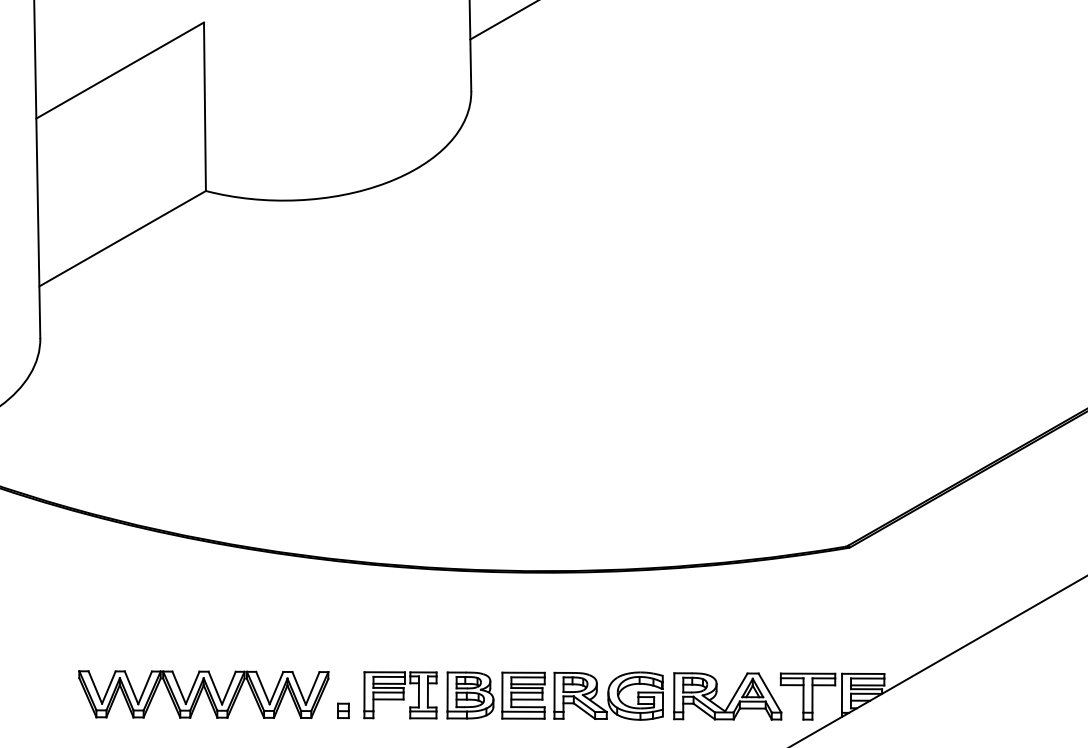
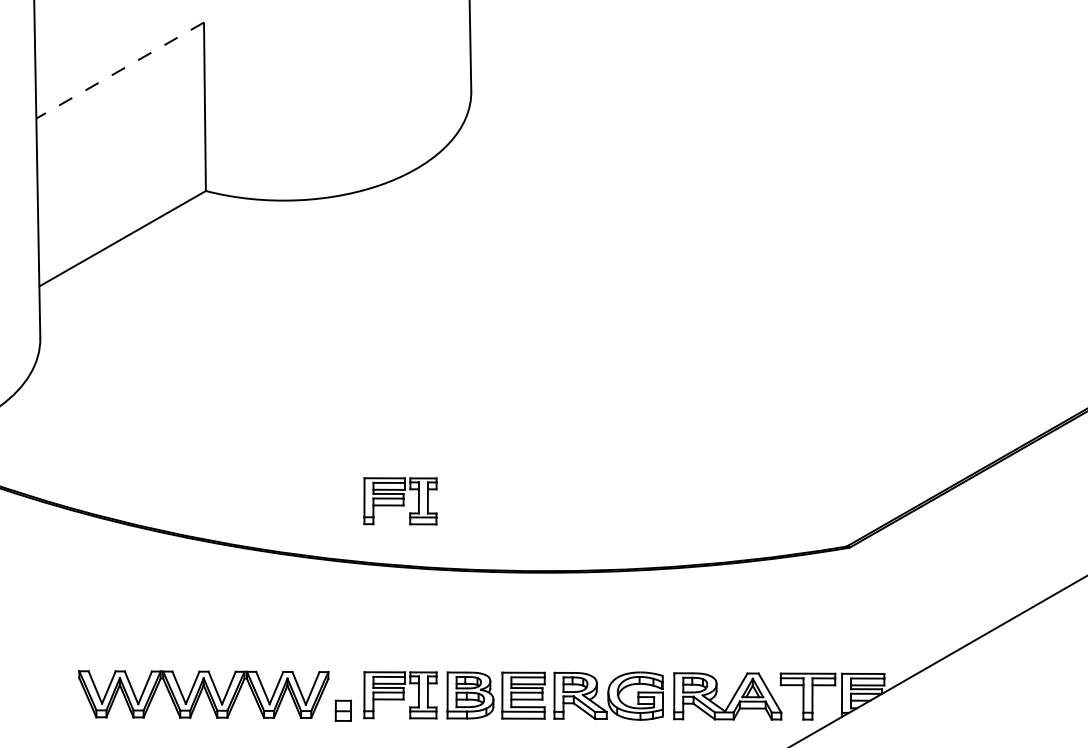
line at (502, 20): present -> none
line at (120, 70): solid -> dashed
part at (400, 501): none -> present
part at (343, 710) size: 13x18 px -> 18x23 px
